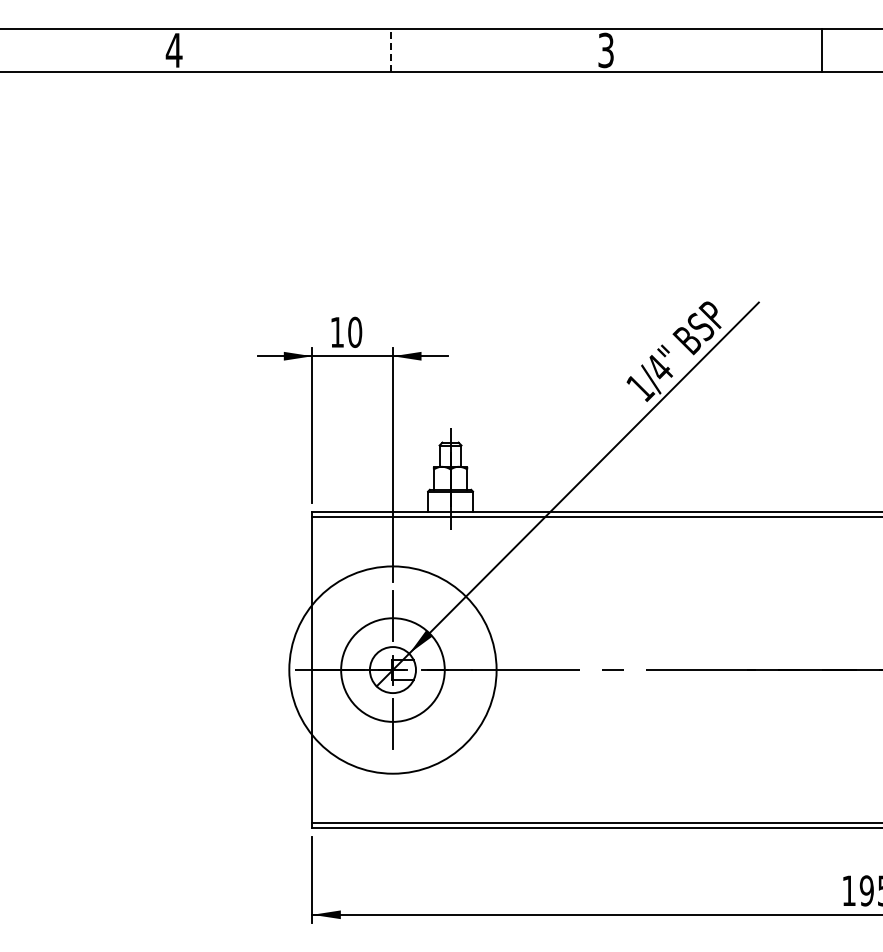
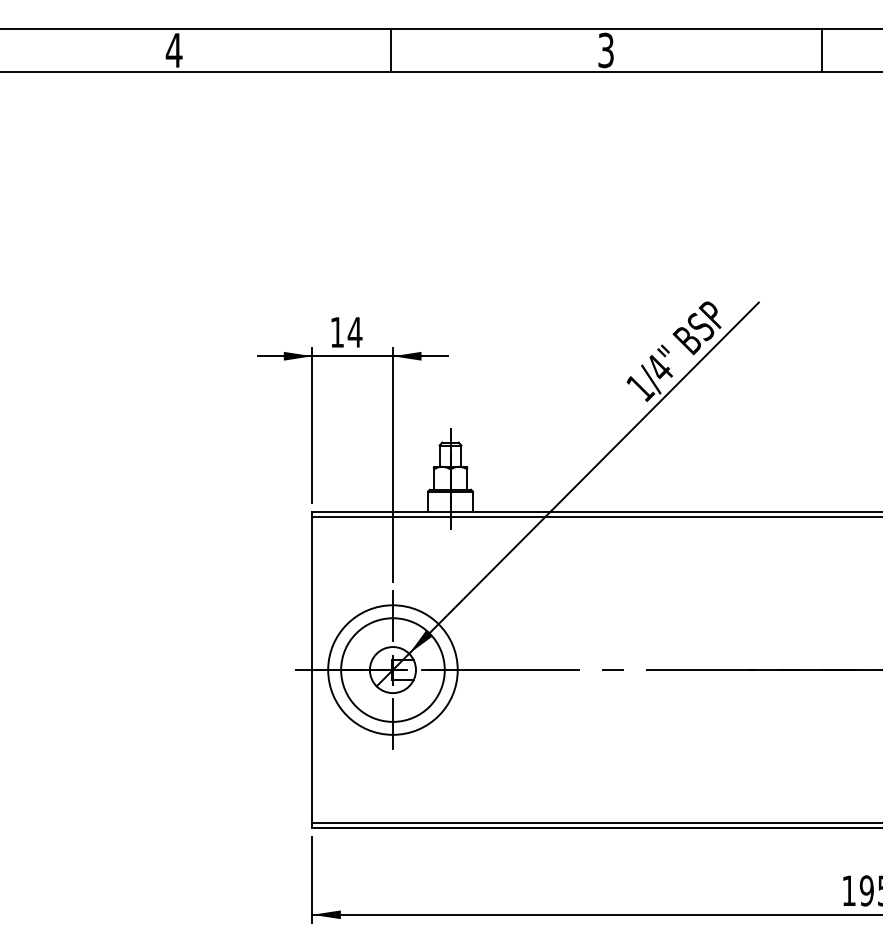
line at (390, 50): dashed -> solid
text at (354, 331): 10 -> 14
circle at (392, 669) diameter: 207 px -> 130 px
